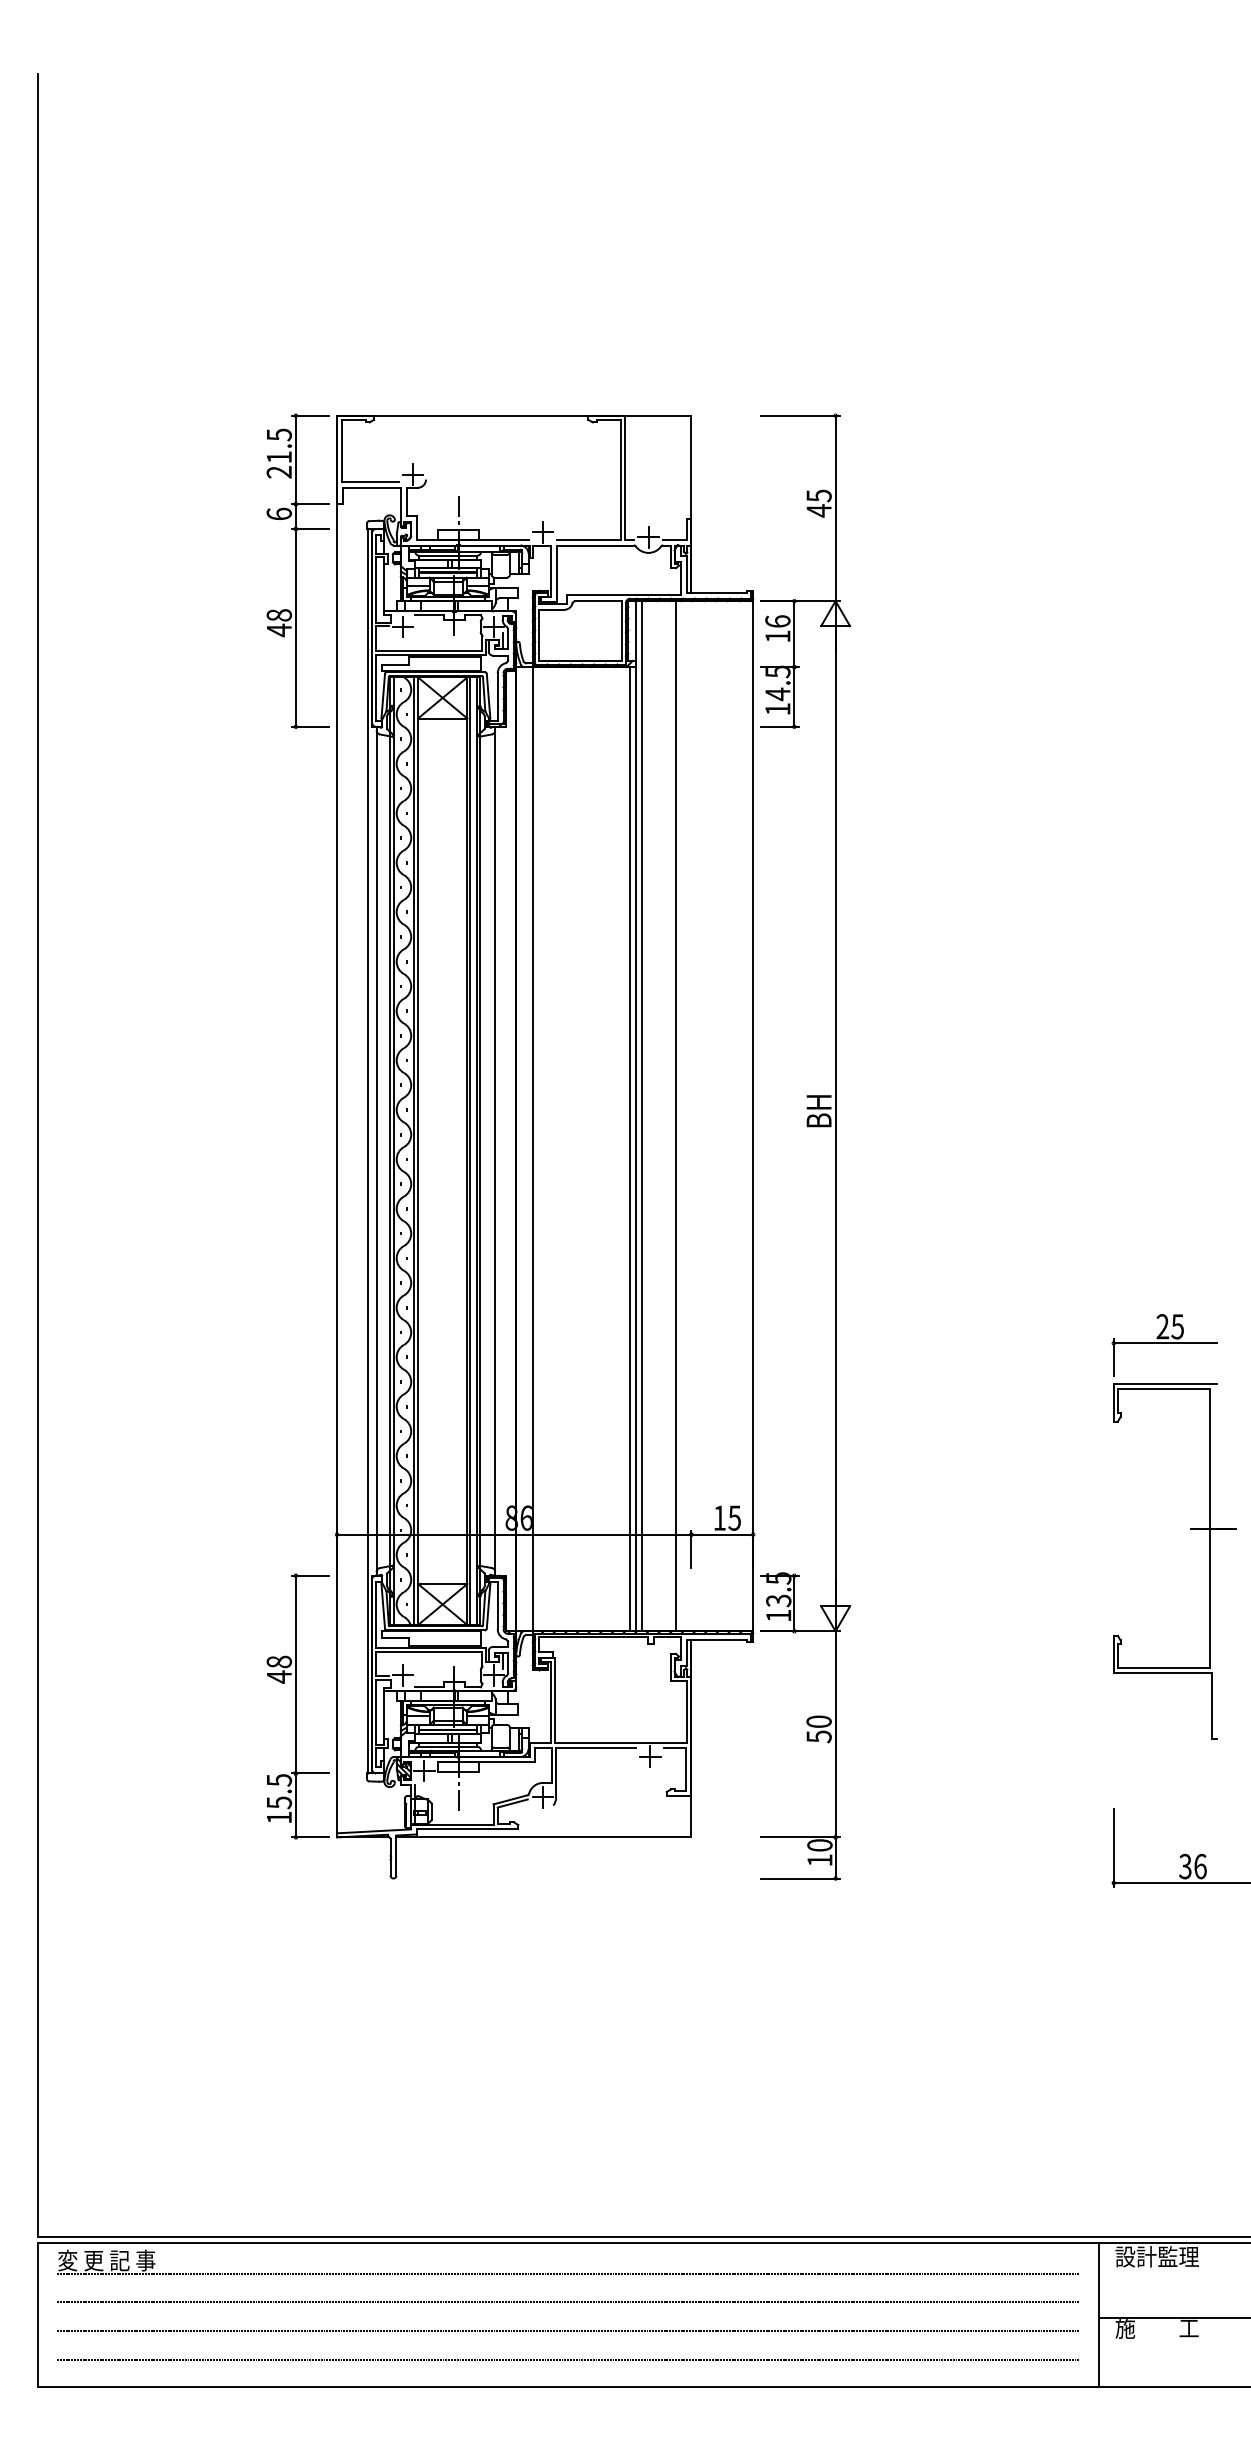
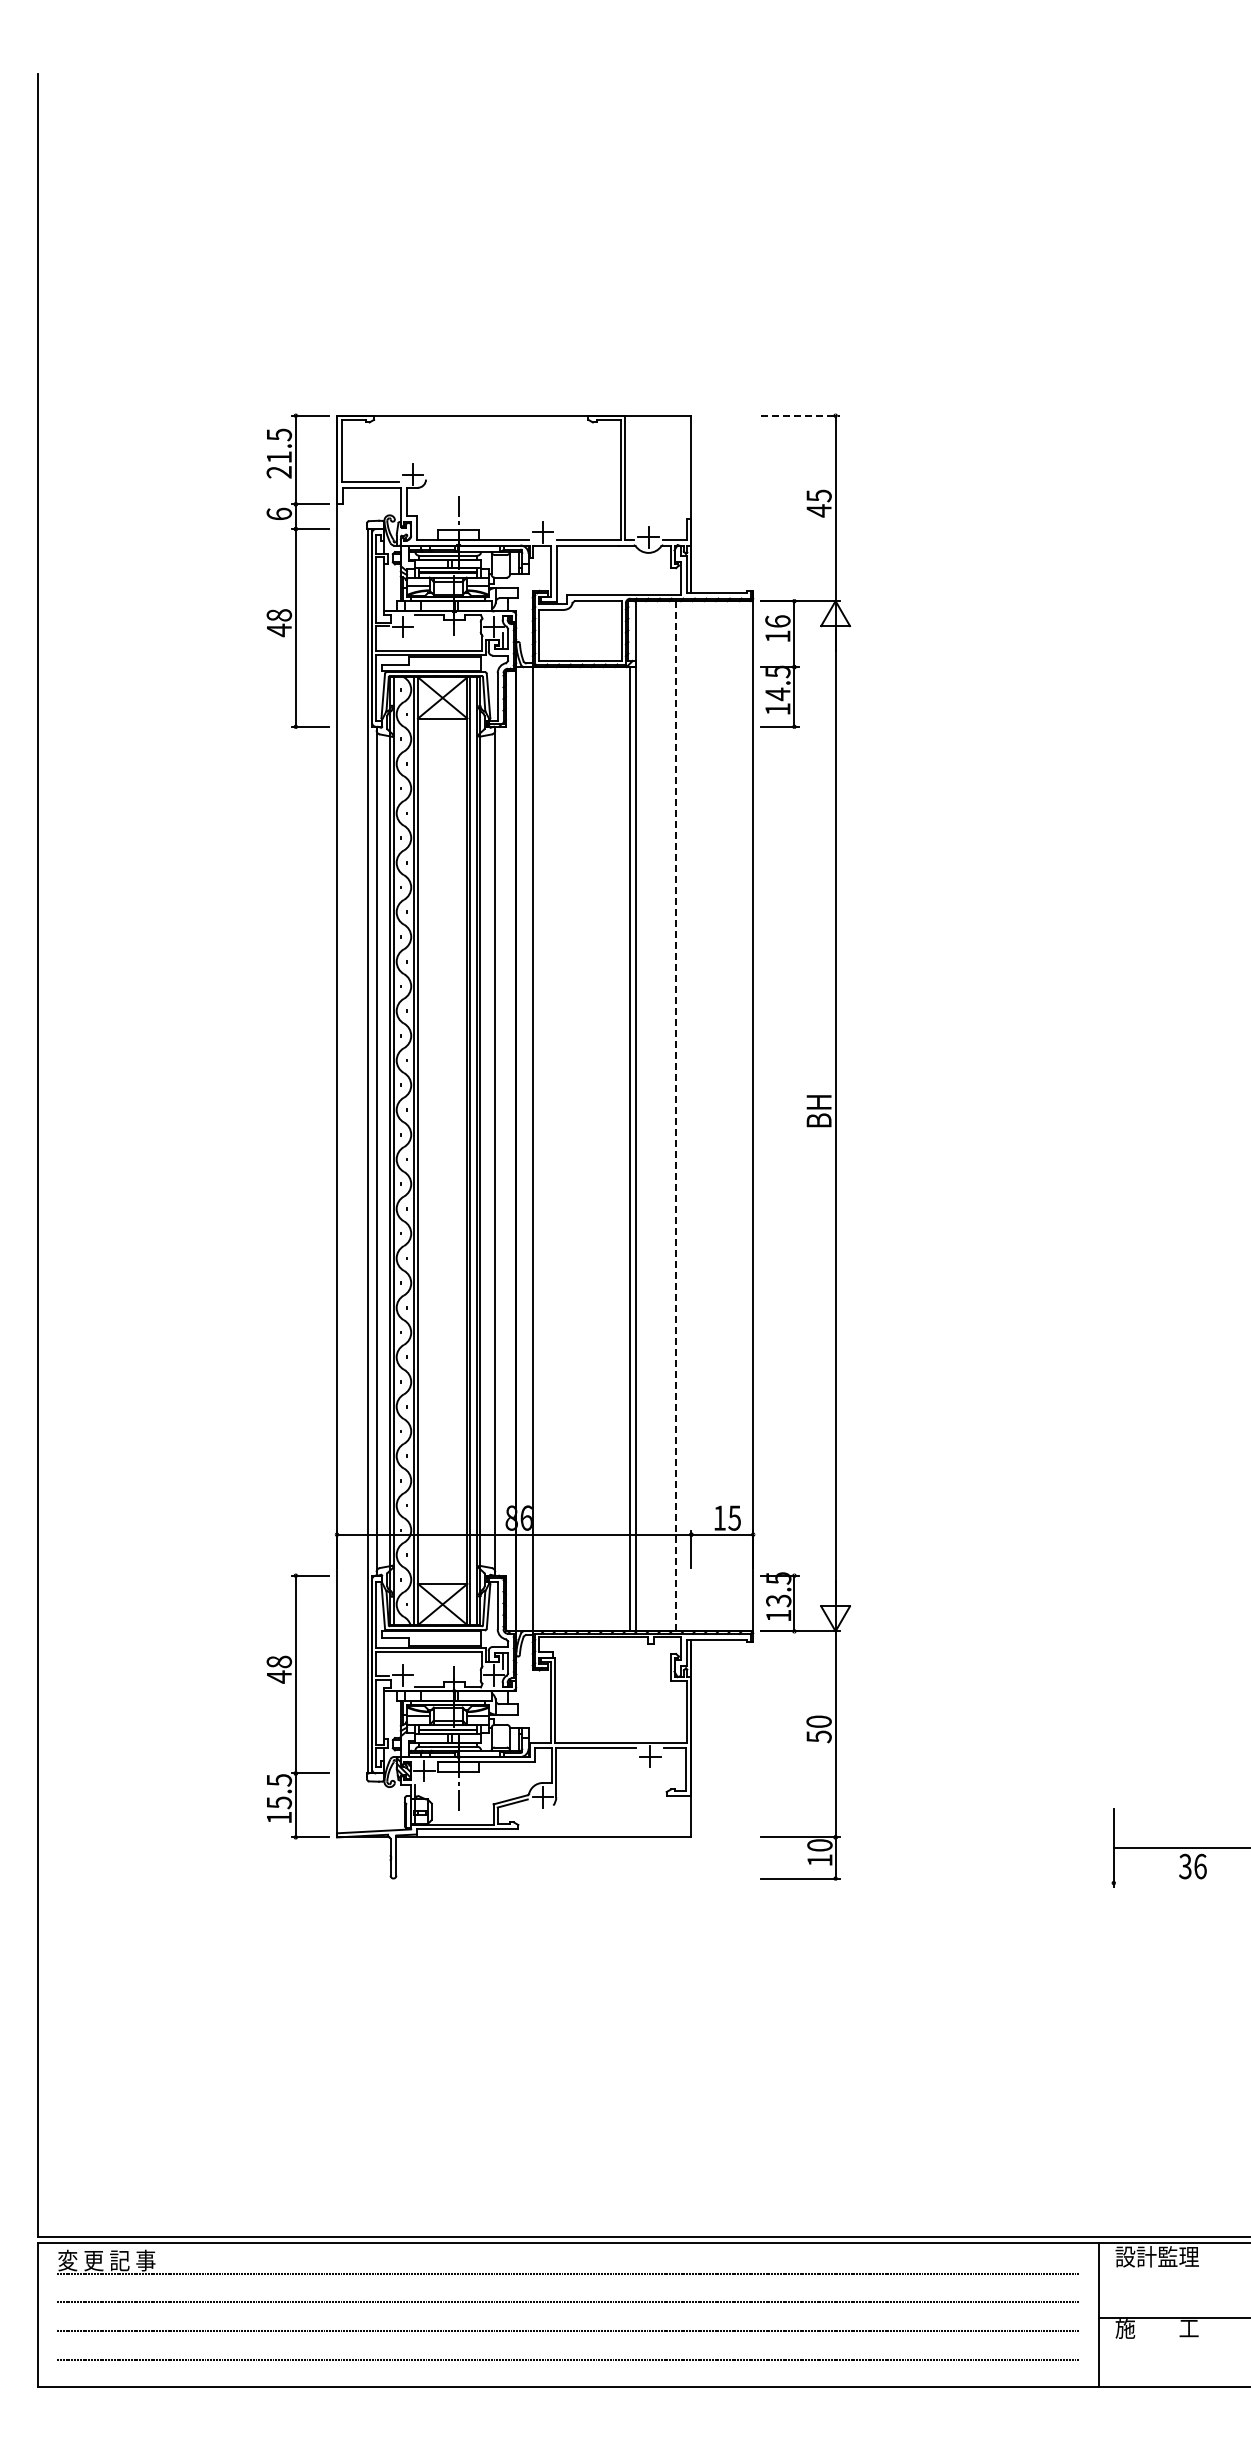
line at (801, 415): solid -> dashed
line at (641, 1116): present -> none
line at (675, 1116): solid -> dashed
part at (1190, 1528): present -> none
line at (1180, 1883) position: (1180, 1883) -> (1180, 1848)
